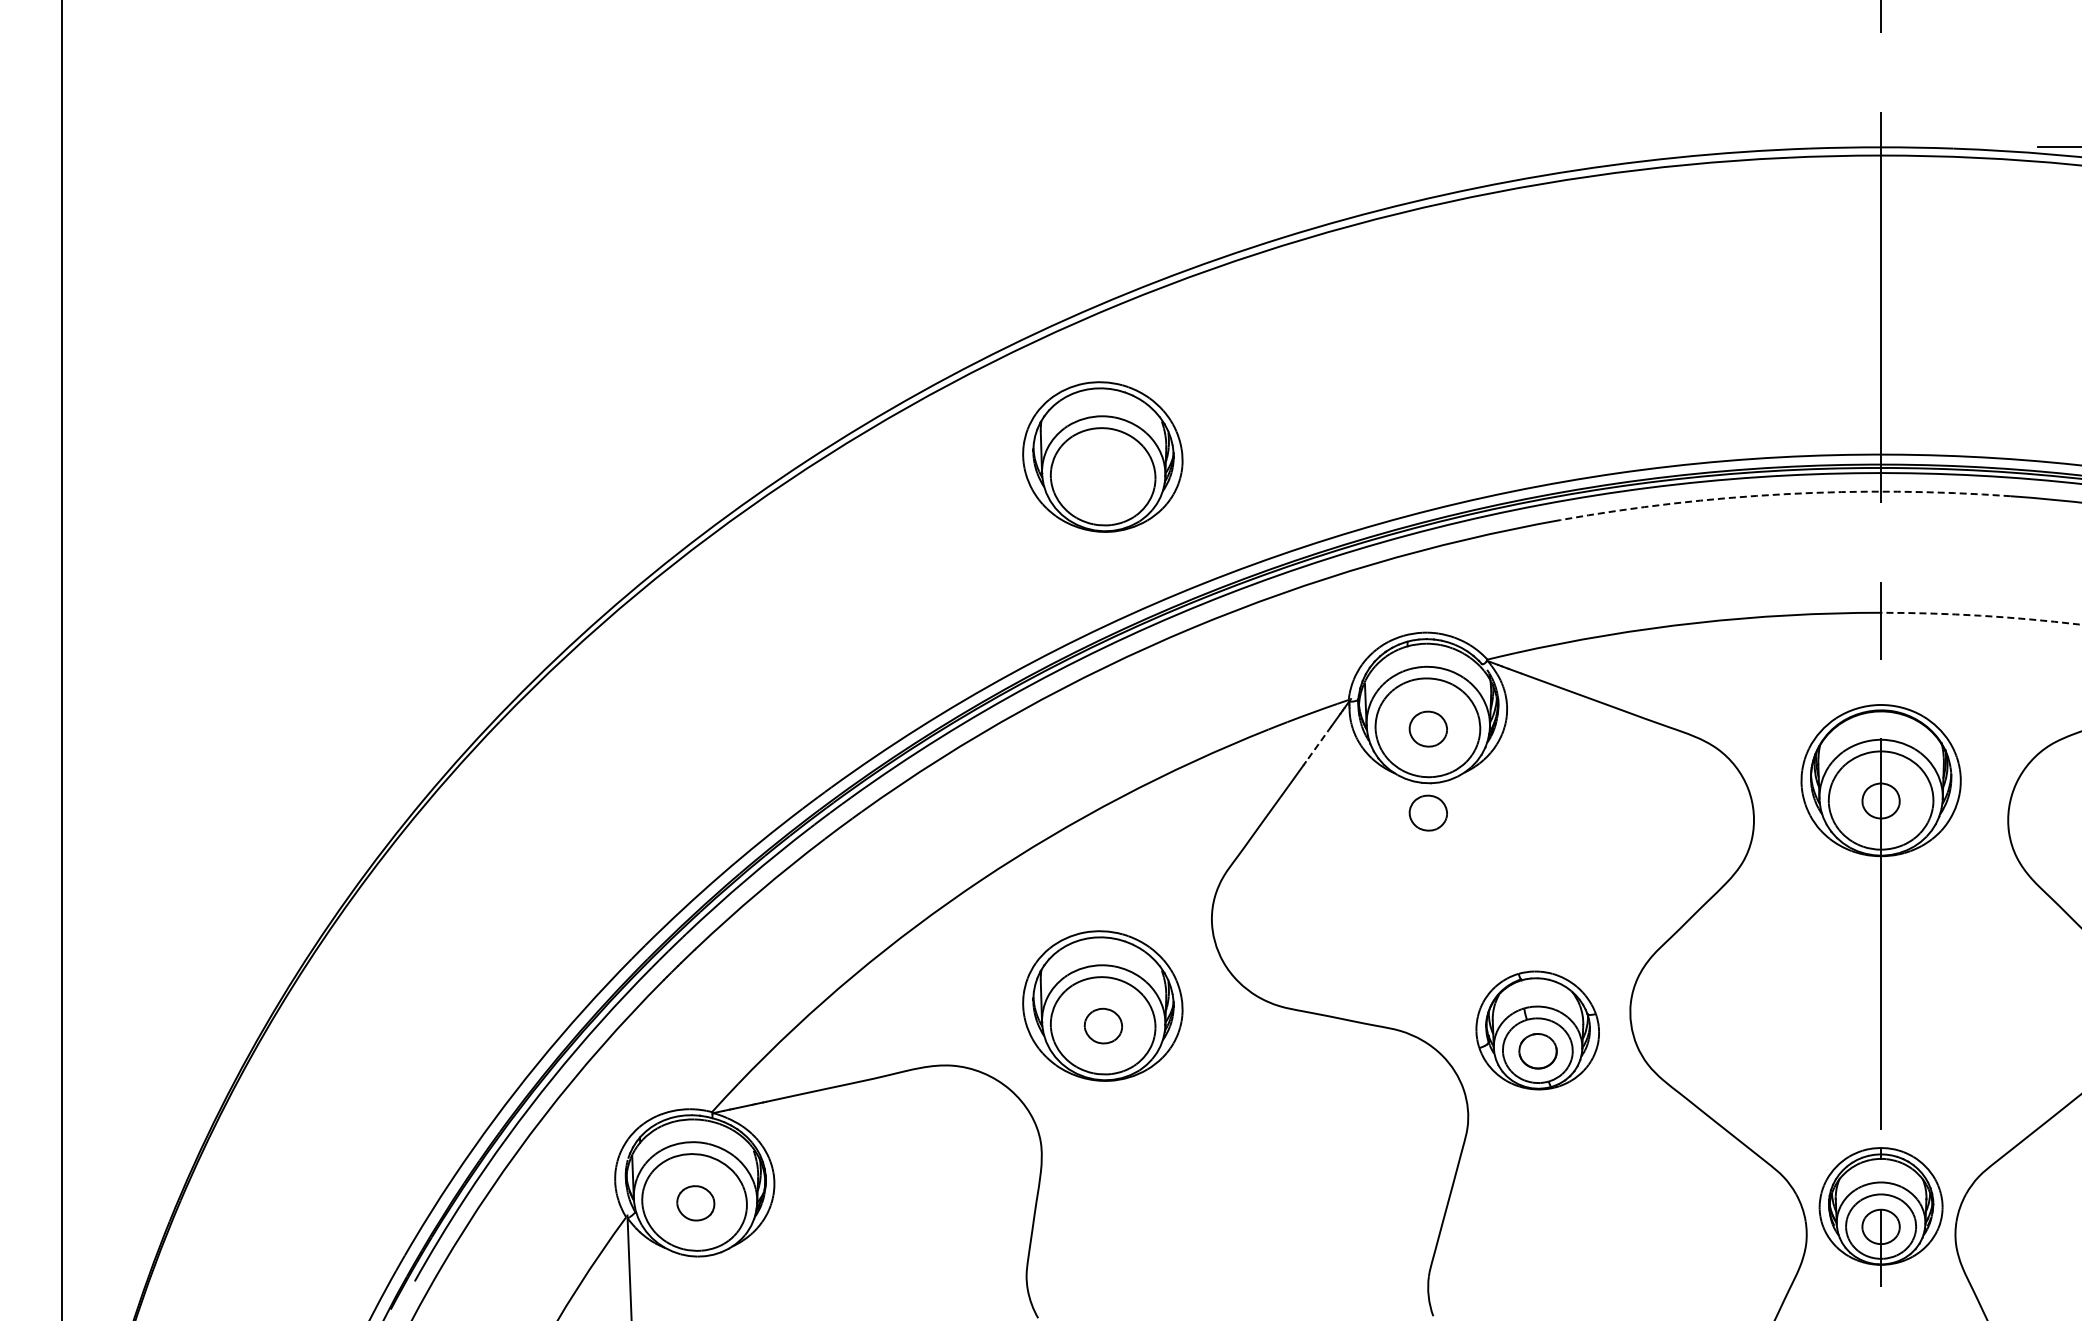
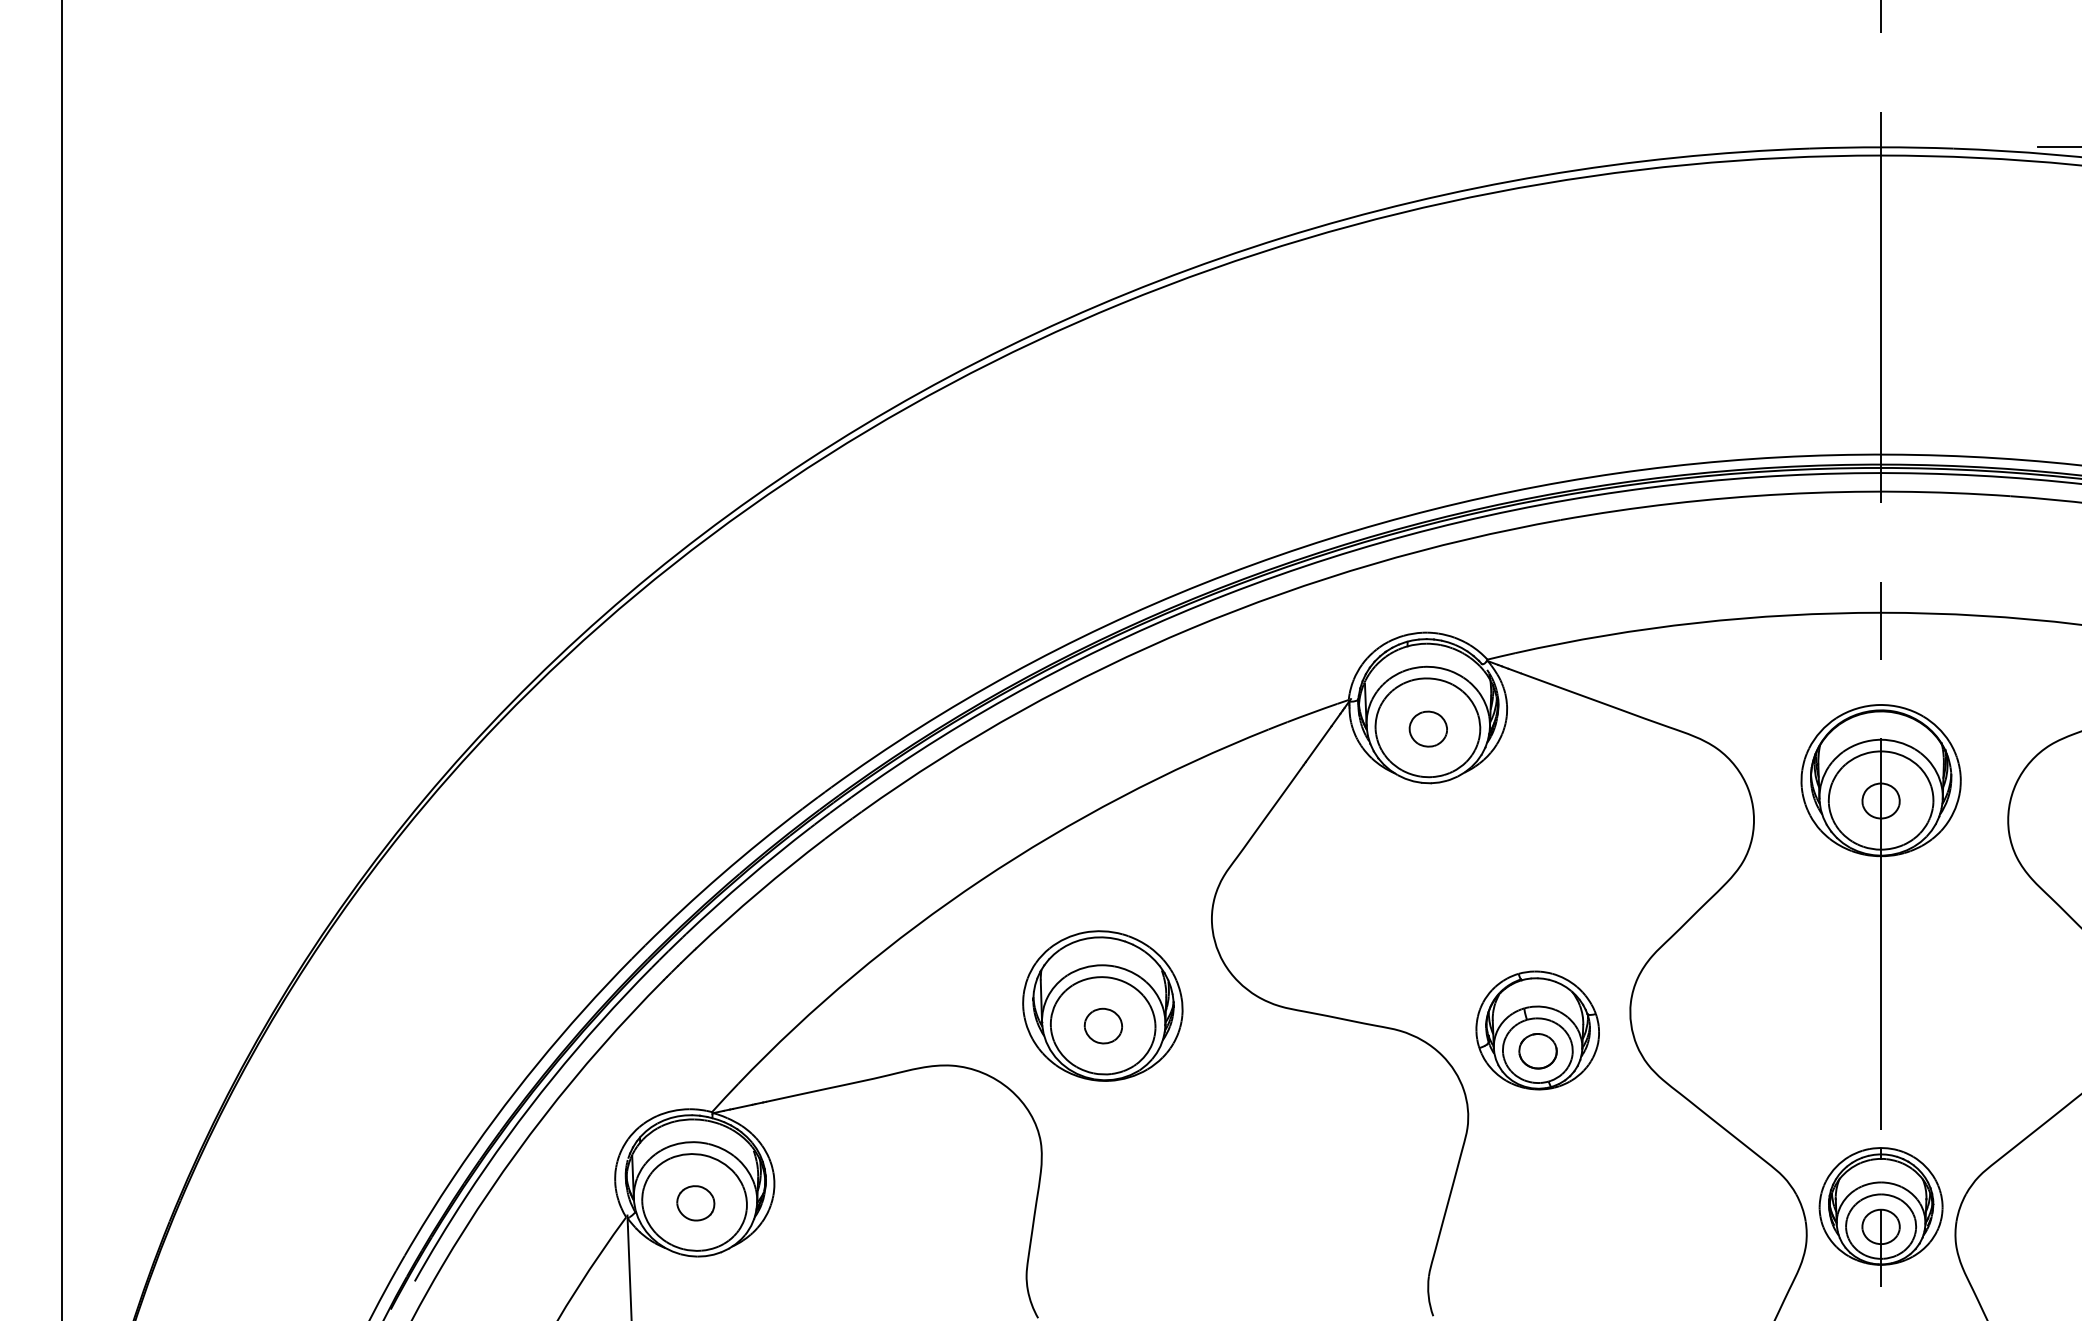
part at (1102, 456): present -> none
arc at (1784, 494): dashed -> solid
arc at (1981, 615): dashed -> solid
line at (1318, 744): dashed -> solid
part at (1427, 812): present -> none
